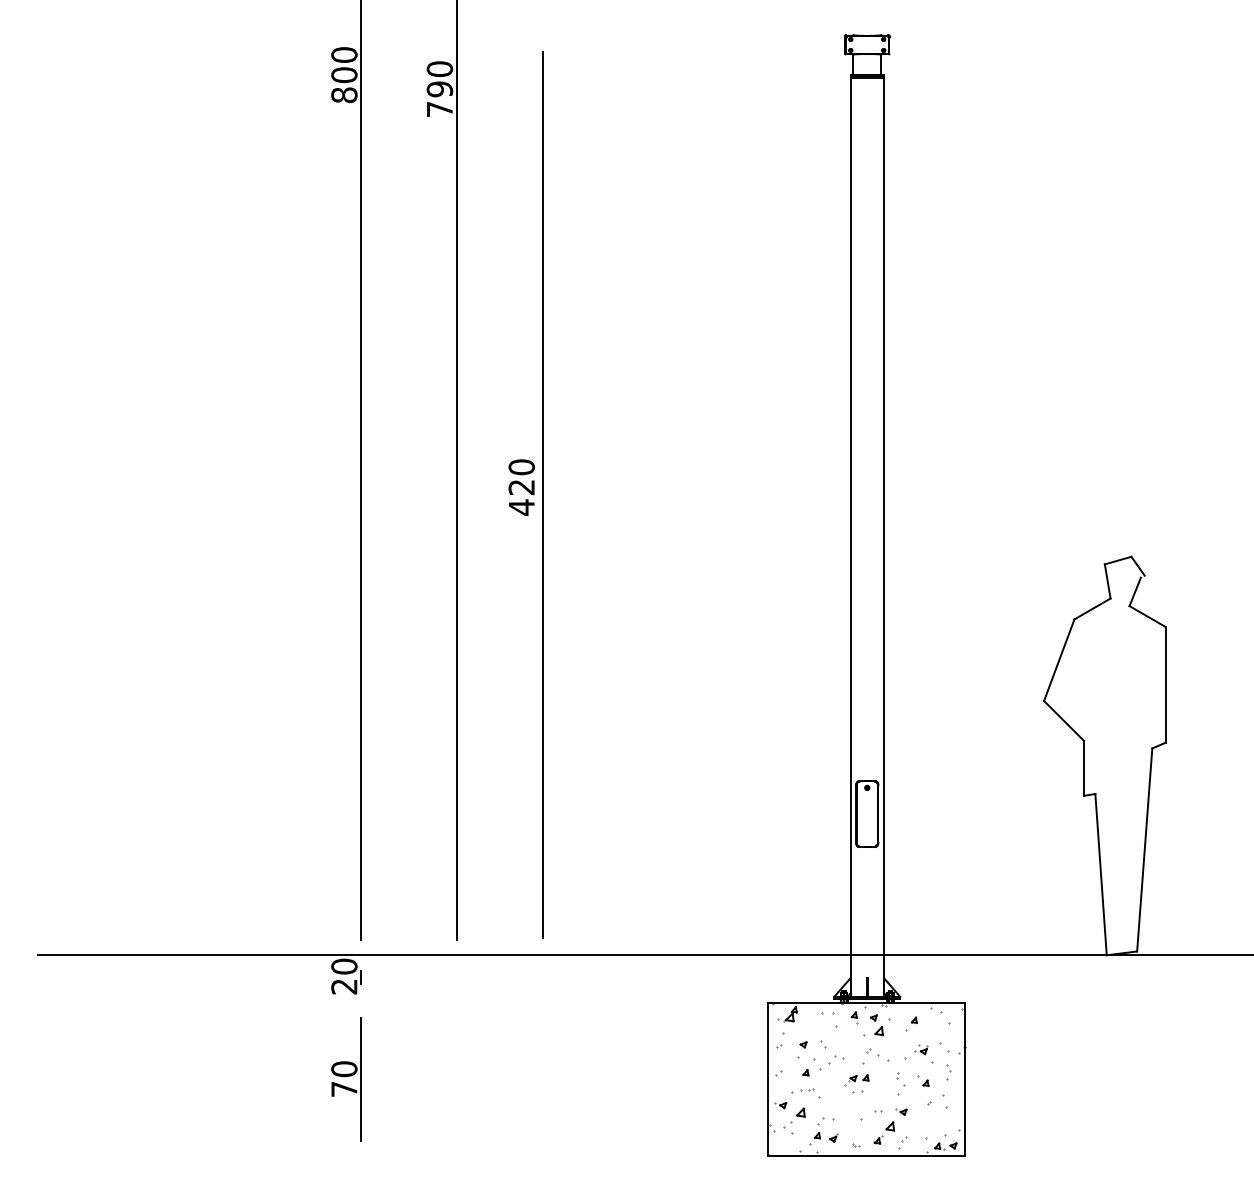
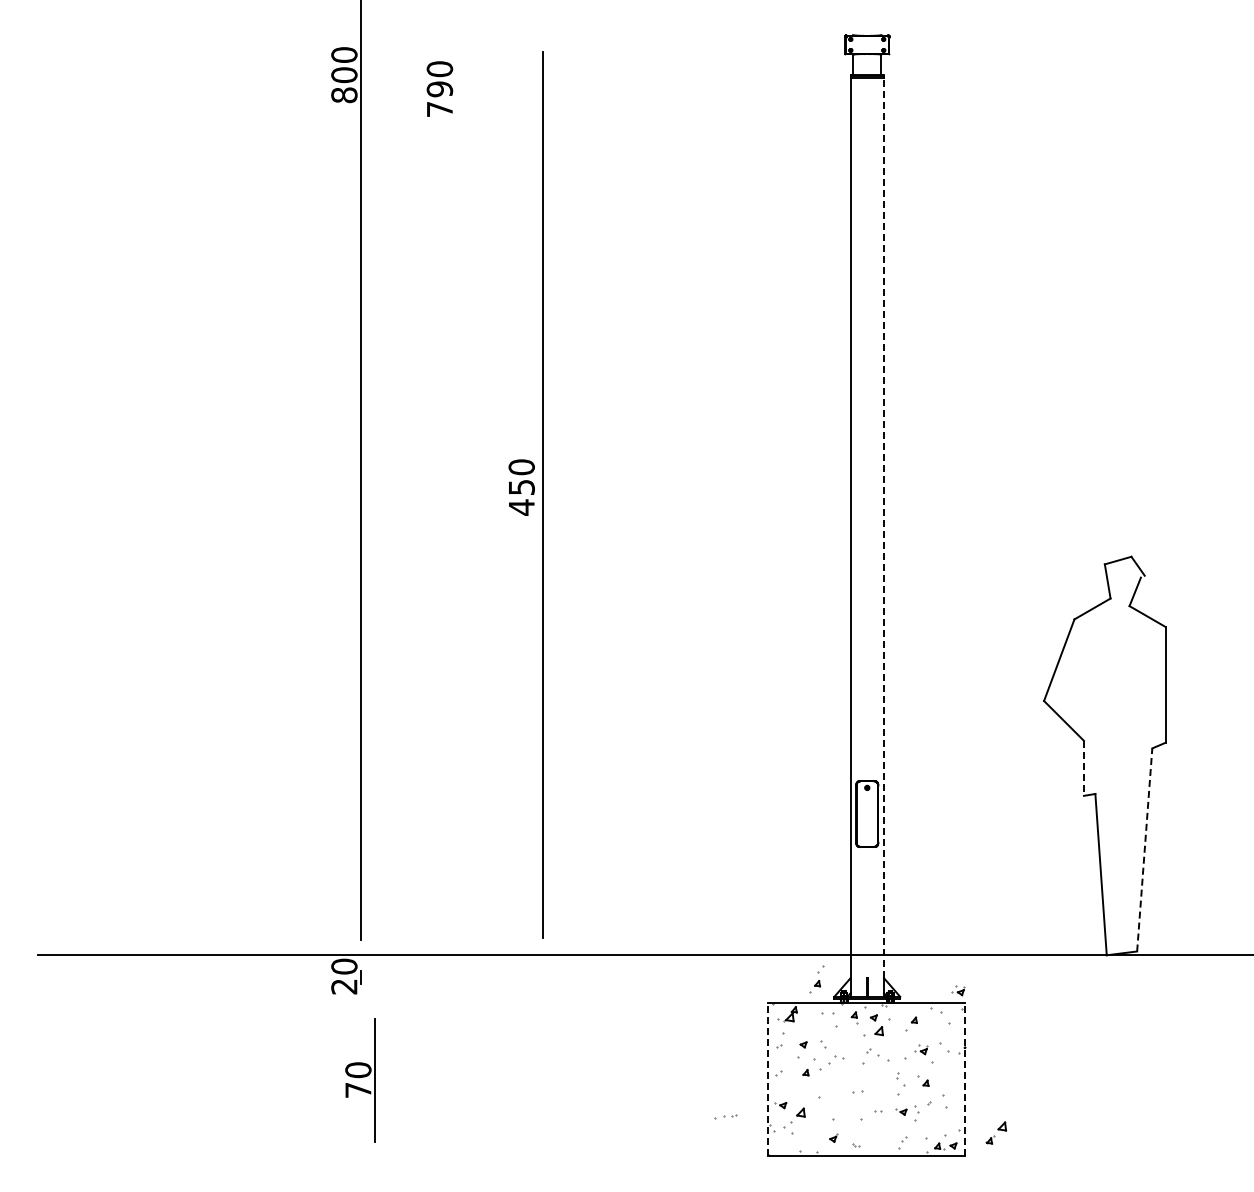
line at (456, 470): present -> none
text at (521, 487): 420 -> 450
line at (884, 526): solid -> dashed
line at (1083, 768): solid -> dashed
line at (1144, 849): solid -> dashed
part at (958, 990): none -> present
part at (948, 1072) position: (948, 1072) -> (916, 1113)
part at (346, 1079) position: (346, 1079) -> (360, 1080)
line at (767, 1079): solid -> dashed
line at (965, 1079): solid -> dashed
part at (856, 1080): present -> none
part at (802, 1090) position: (802, 1090) -> (725, 1116)
part at (816, 1131) position: (816, 1131) -> (816, 979)
part at (883, 1132) position: (883, 1132) -> (995, 1132)
